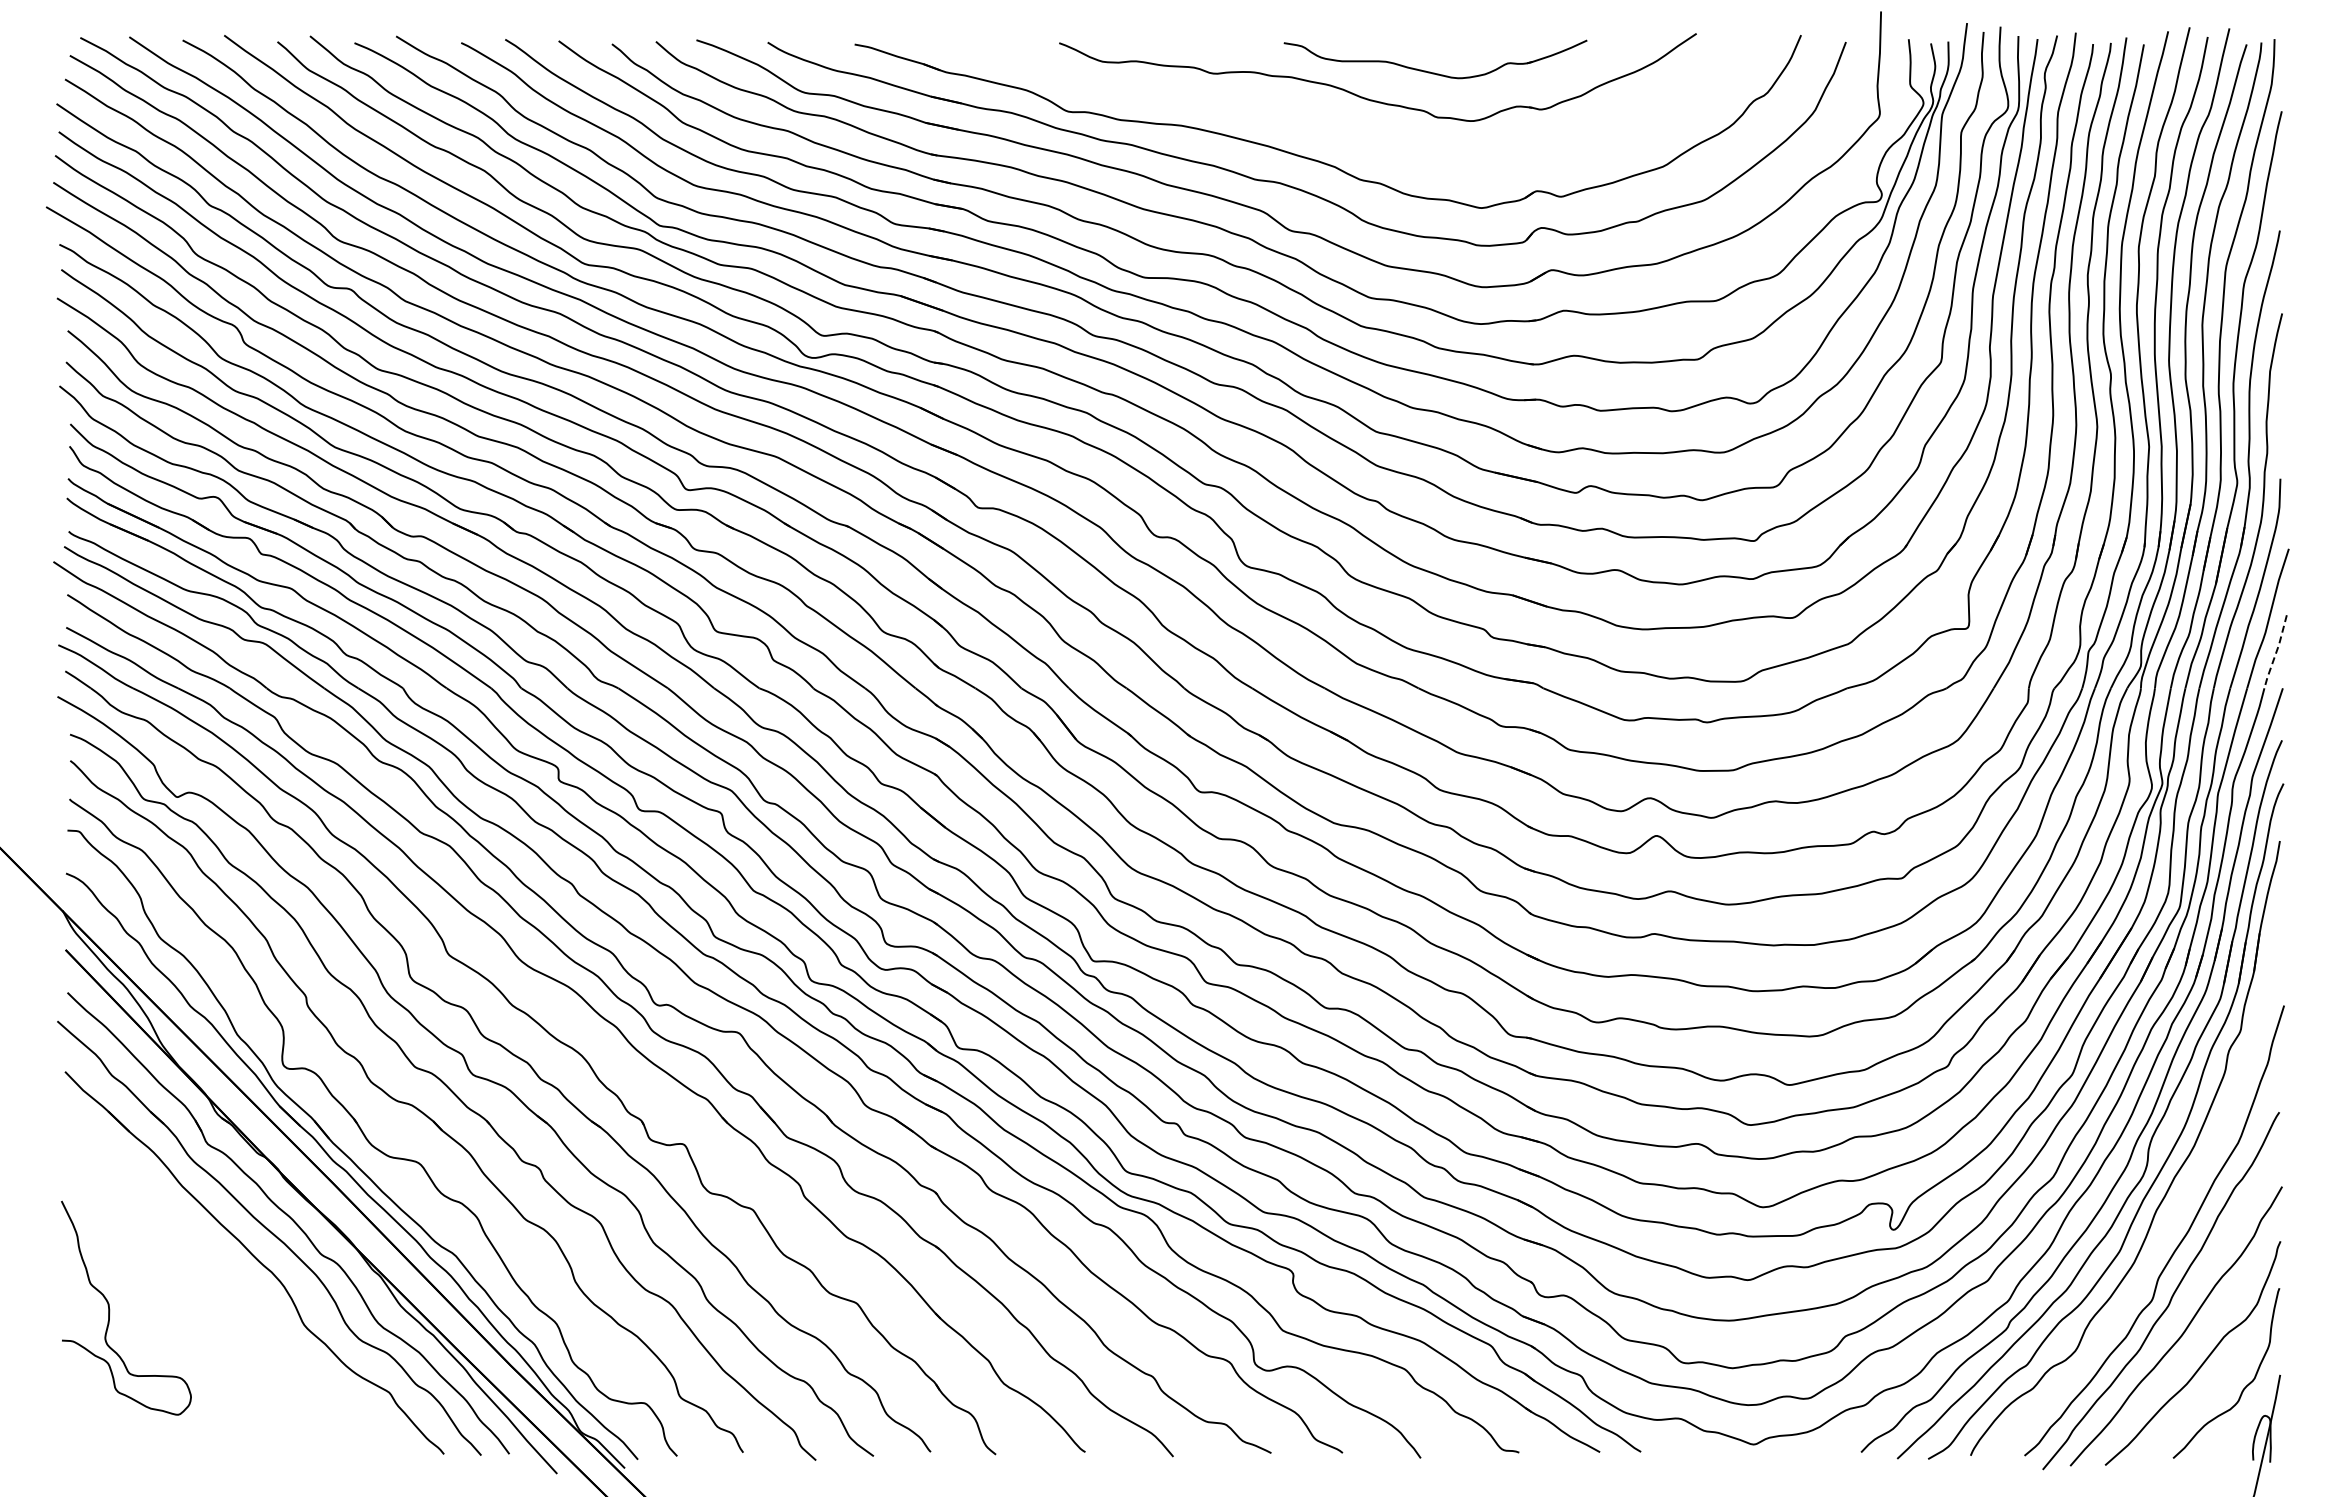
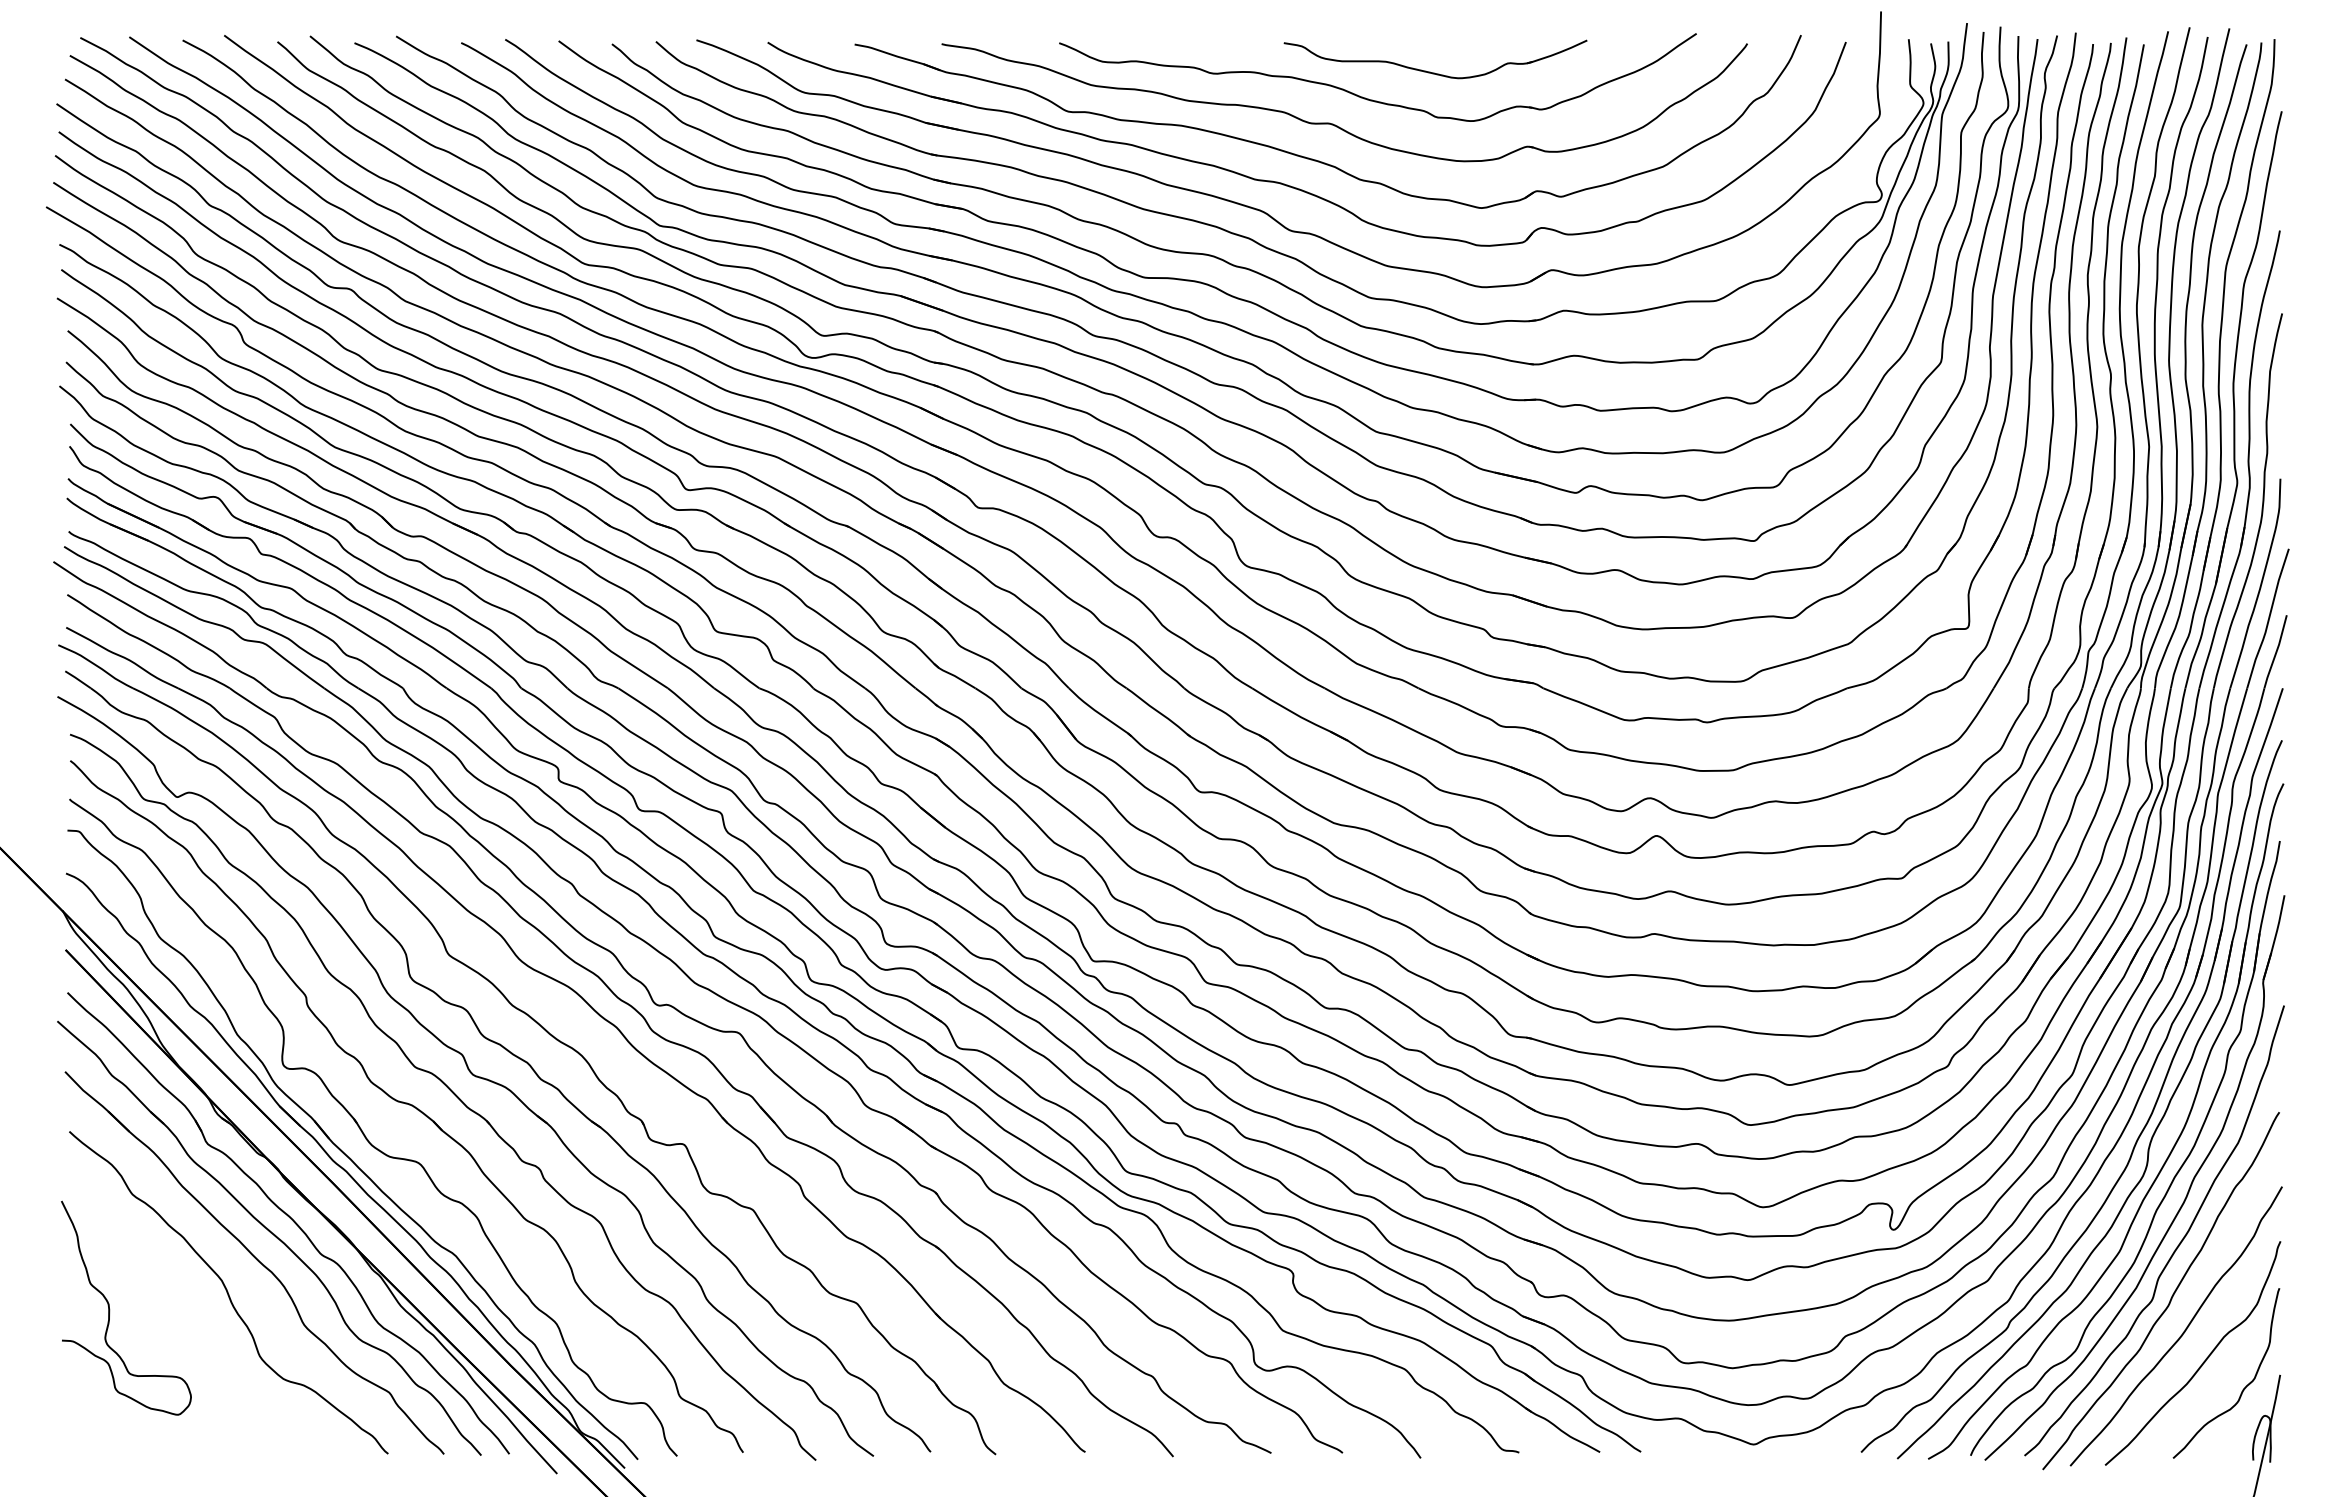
part at (1333, 123): none -> present
line at (2276, 651): dashed -> solid
part at (2182, 1202): none -> present
curve at (228, 1292): none -> present
